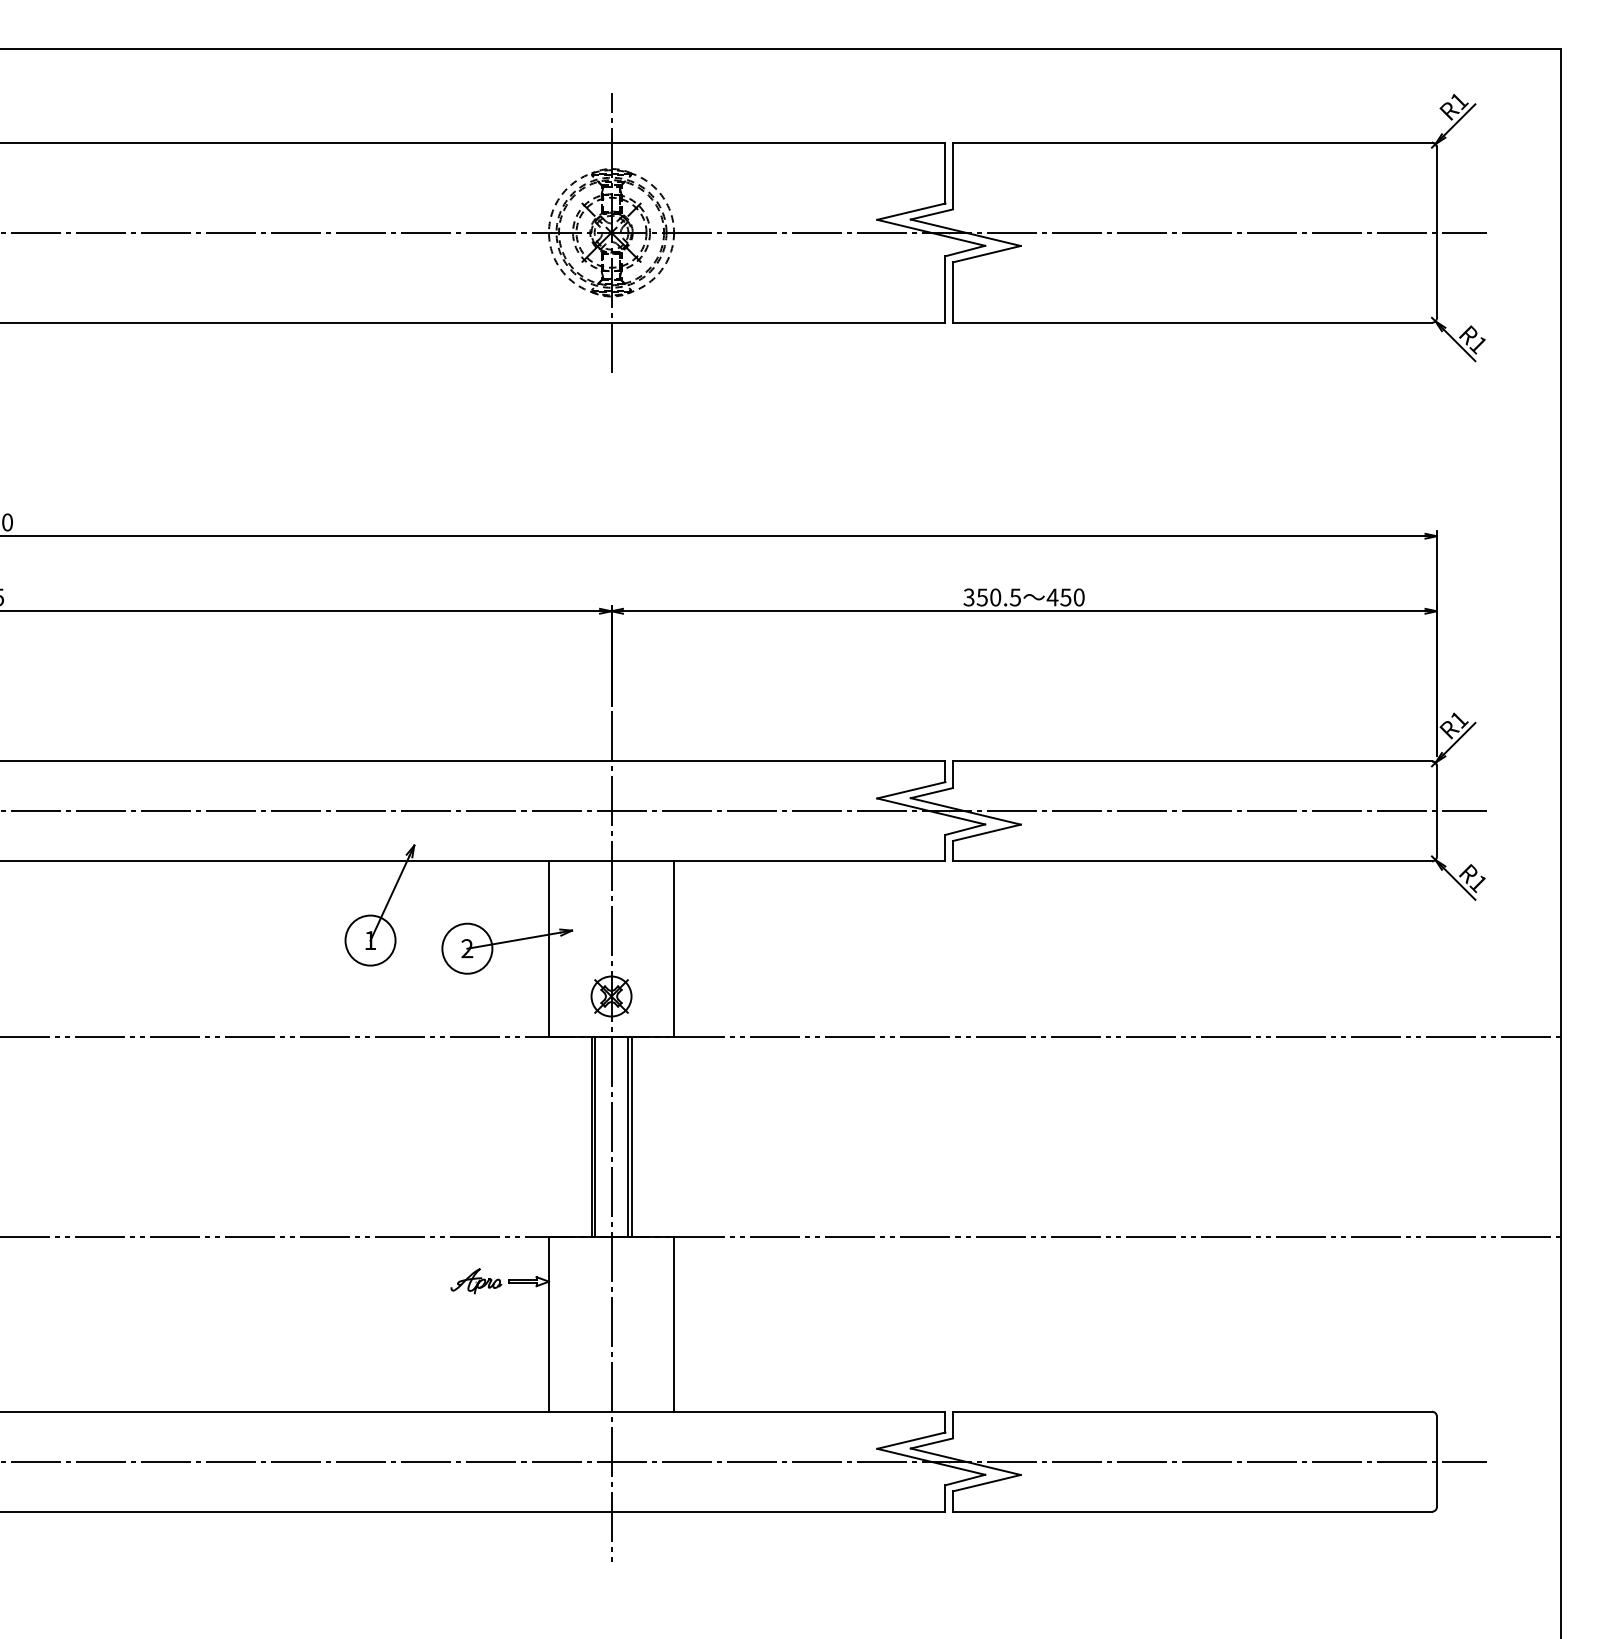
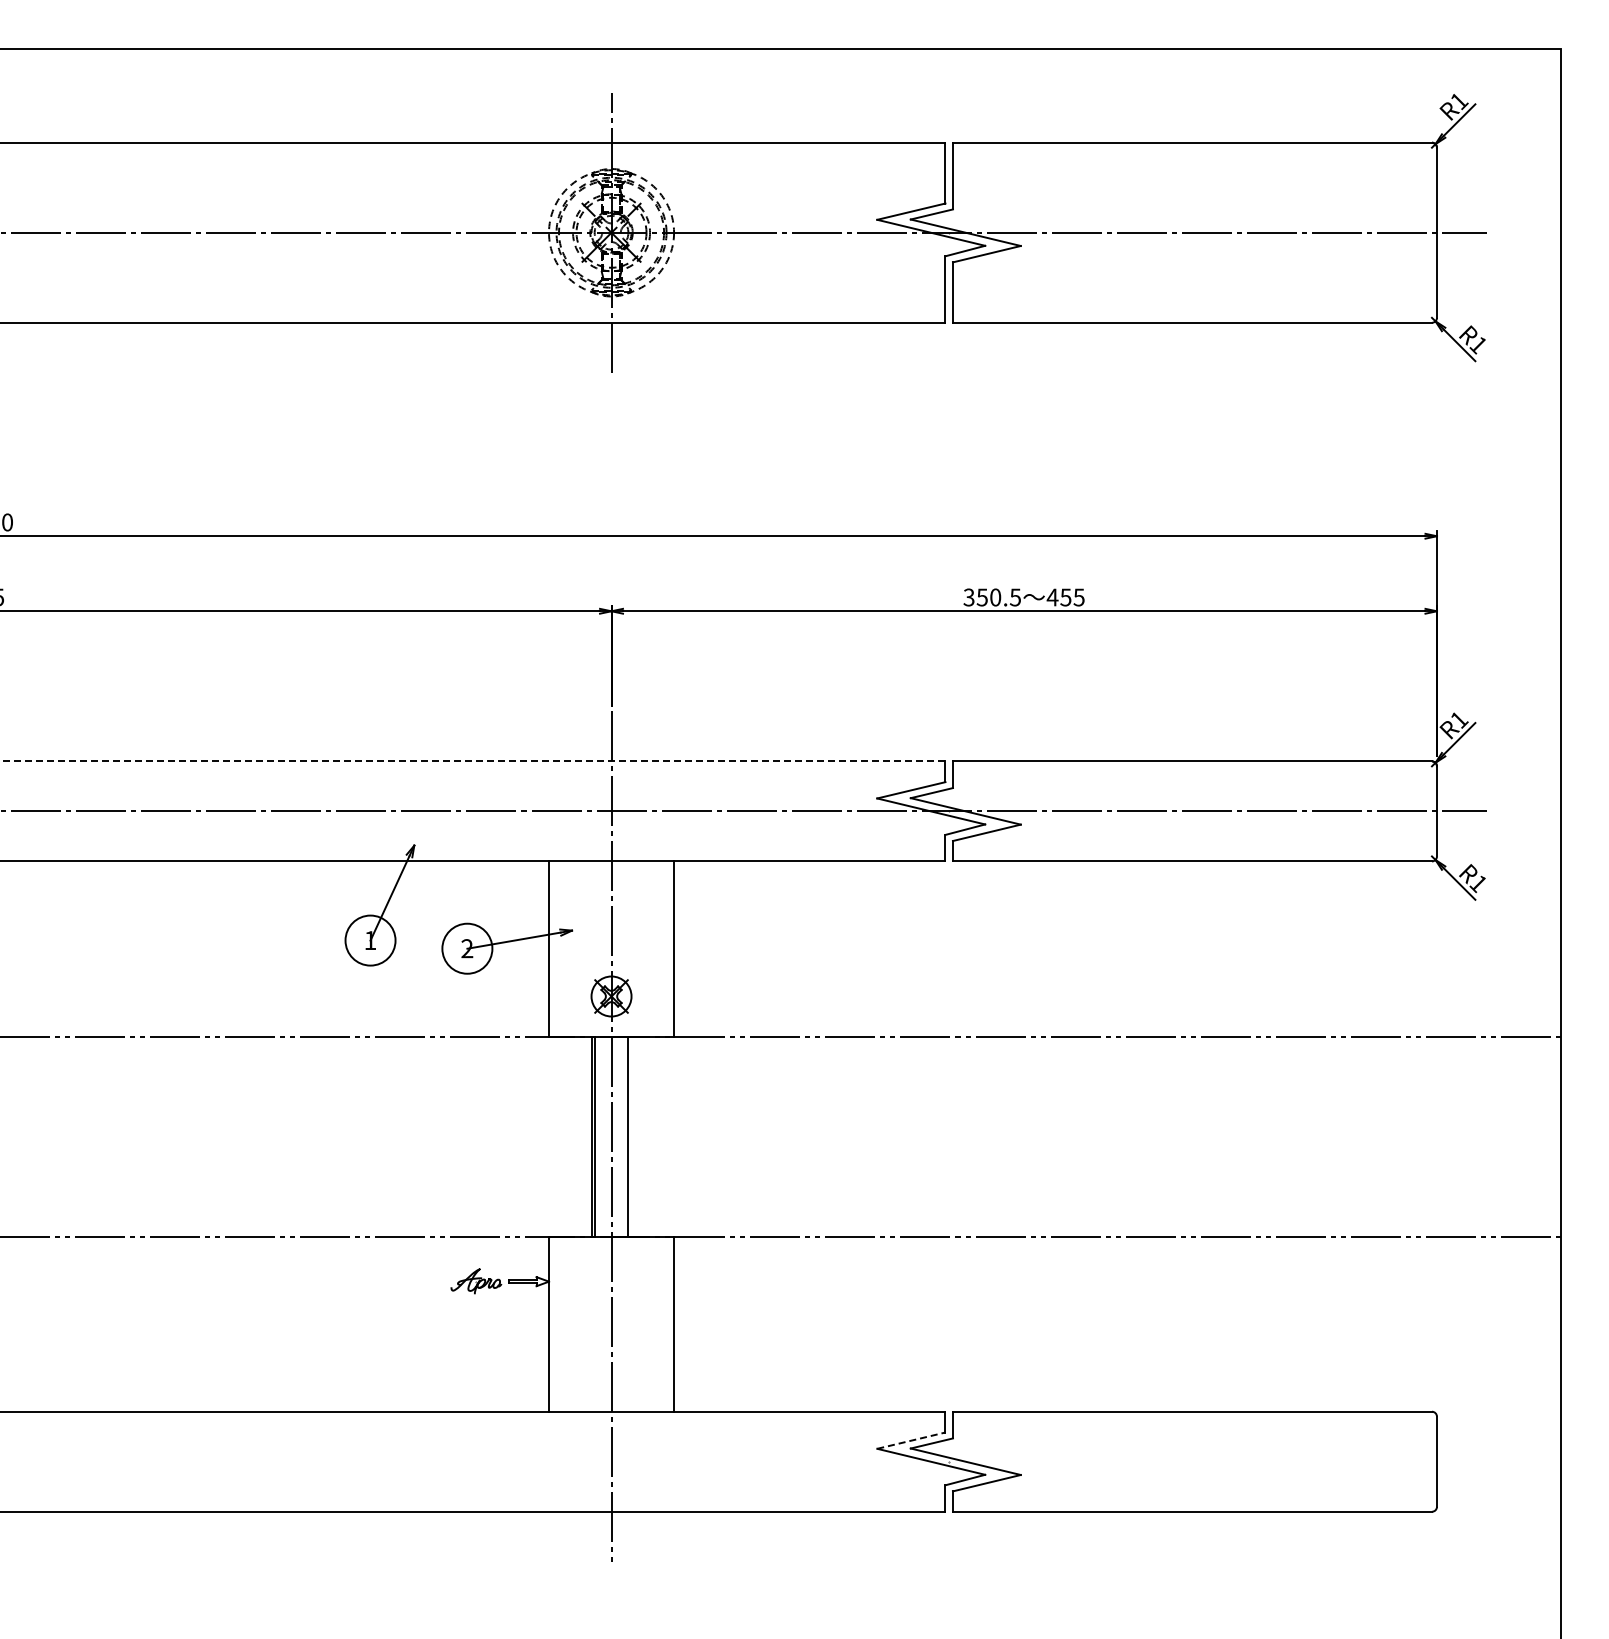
text at (1078, 597): 450 -> 455
line at (472, 761): solid -> dashed
line at (631, 1136): present -> none
line at (911, 1440): solid -> dashed
line at (744, 1461): present -> none
